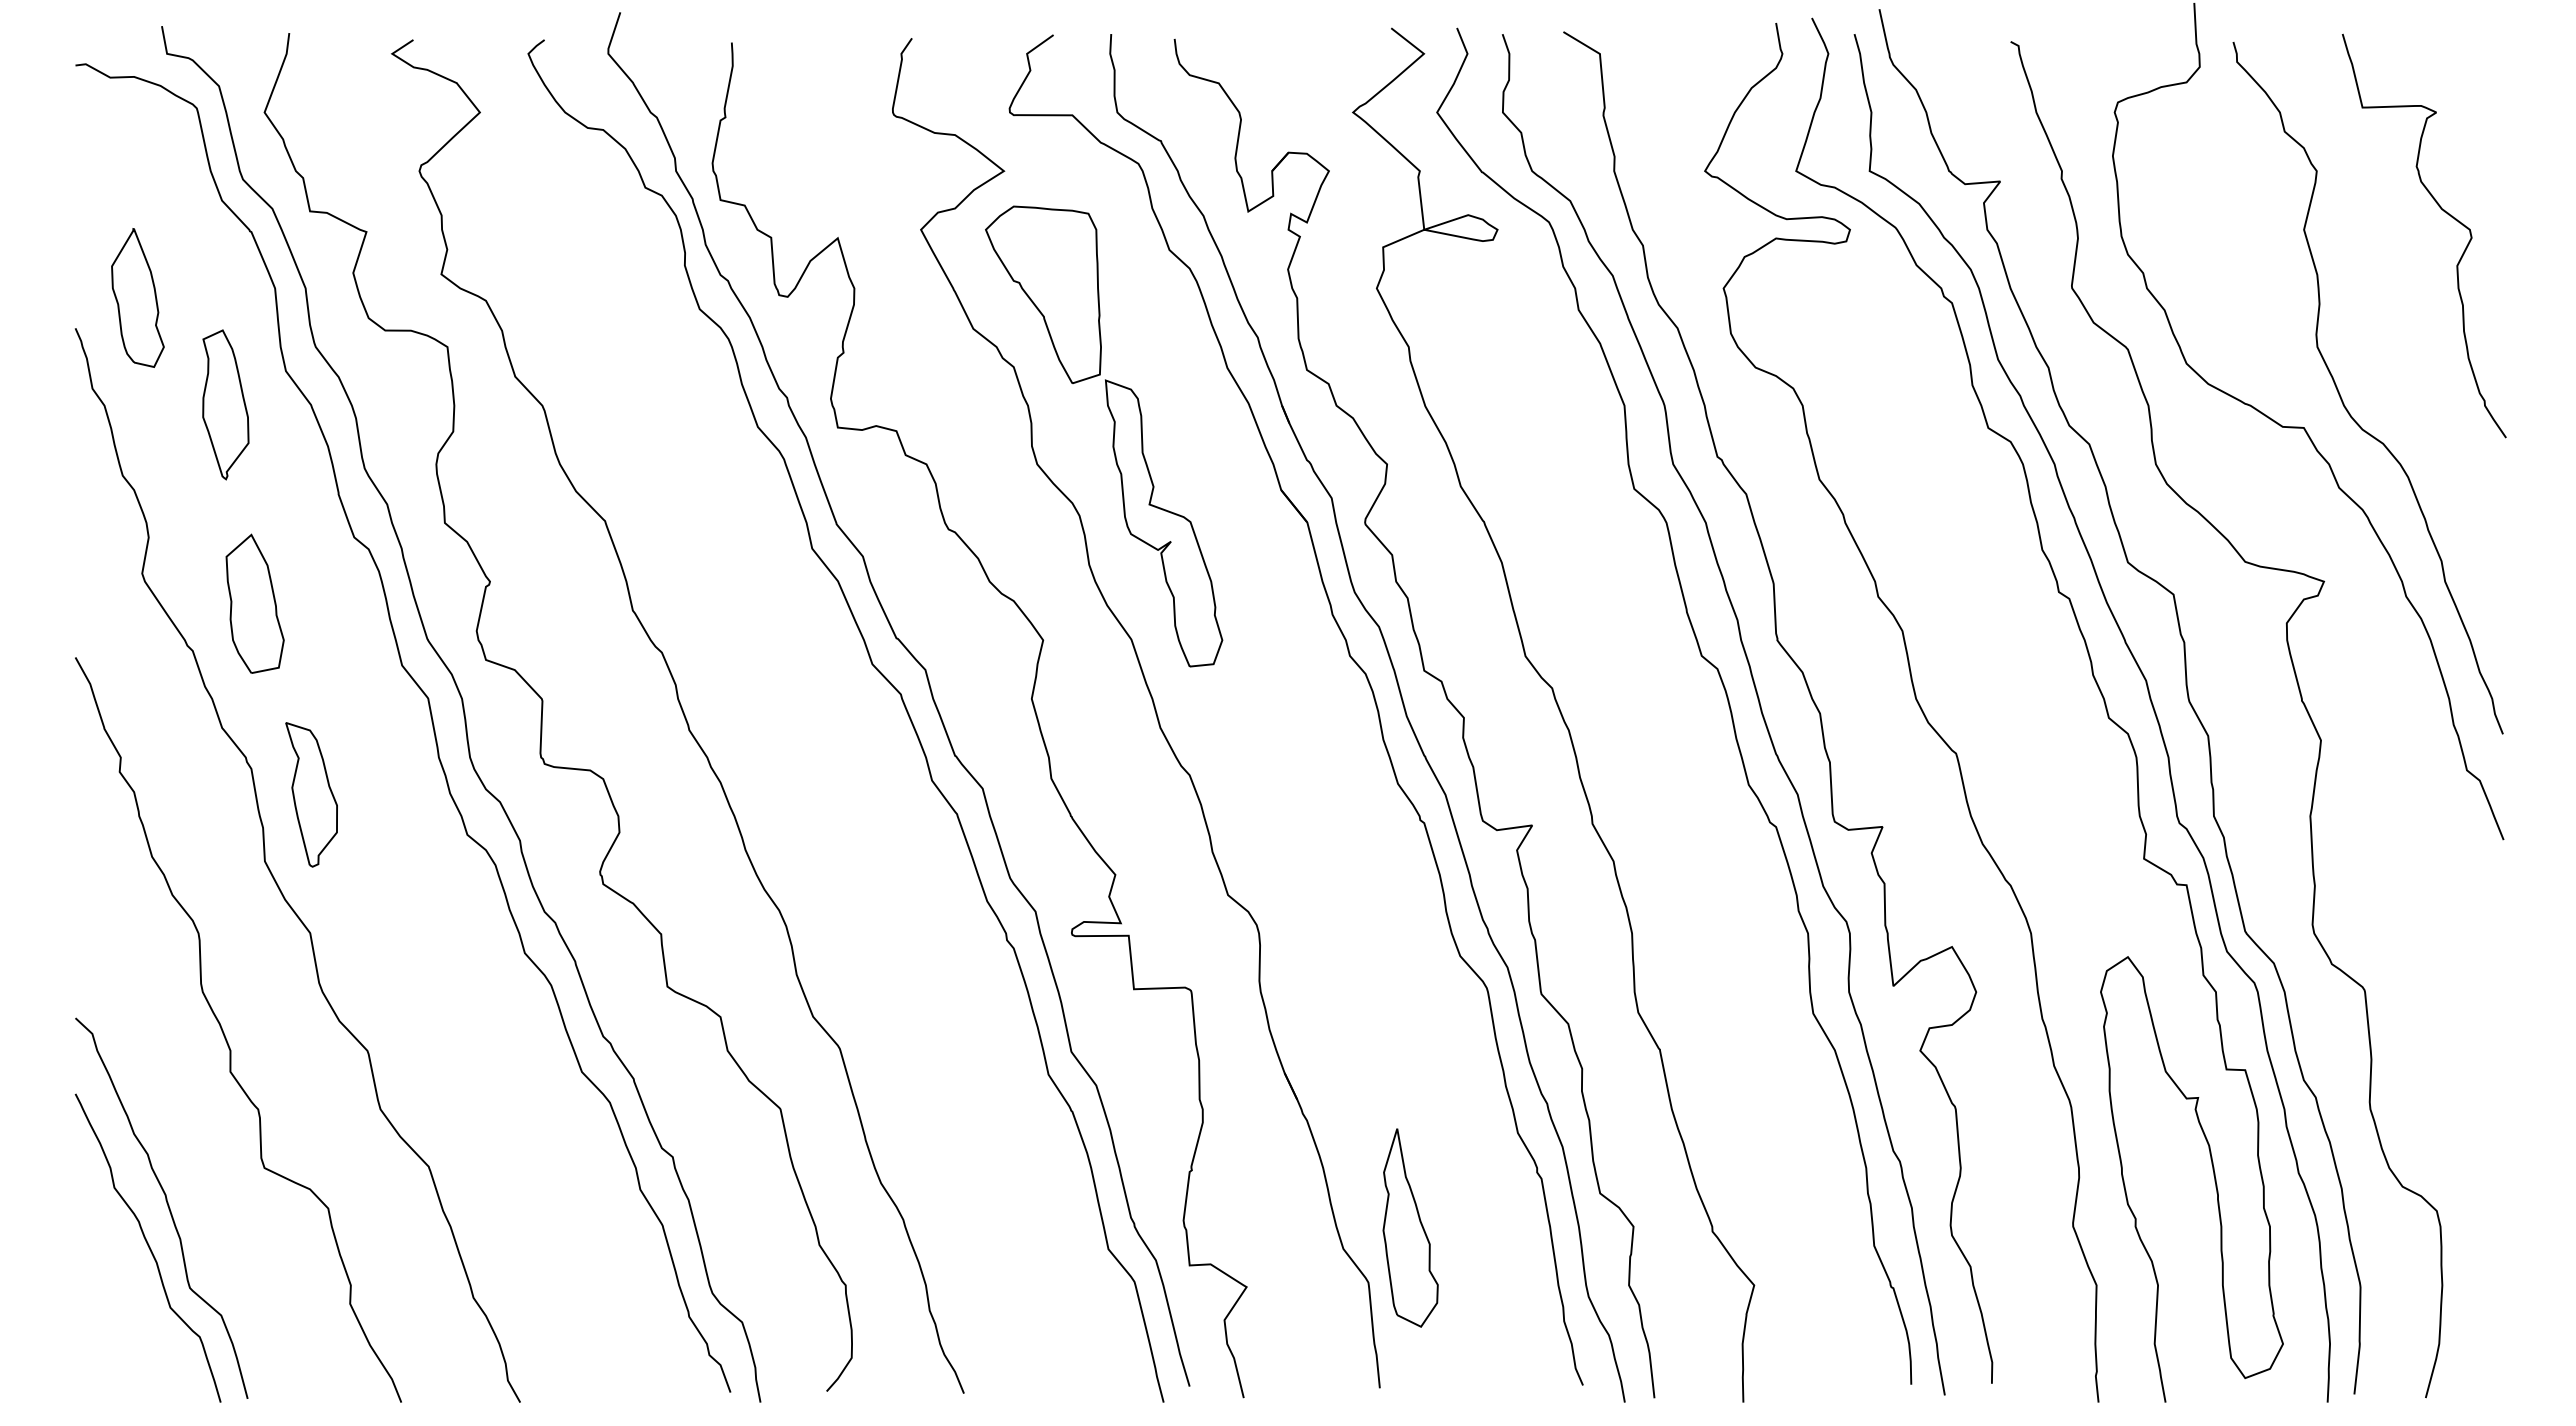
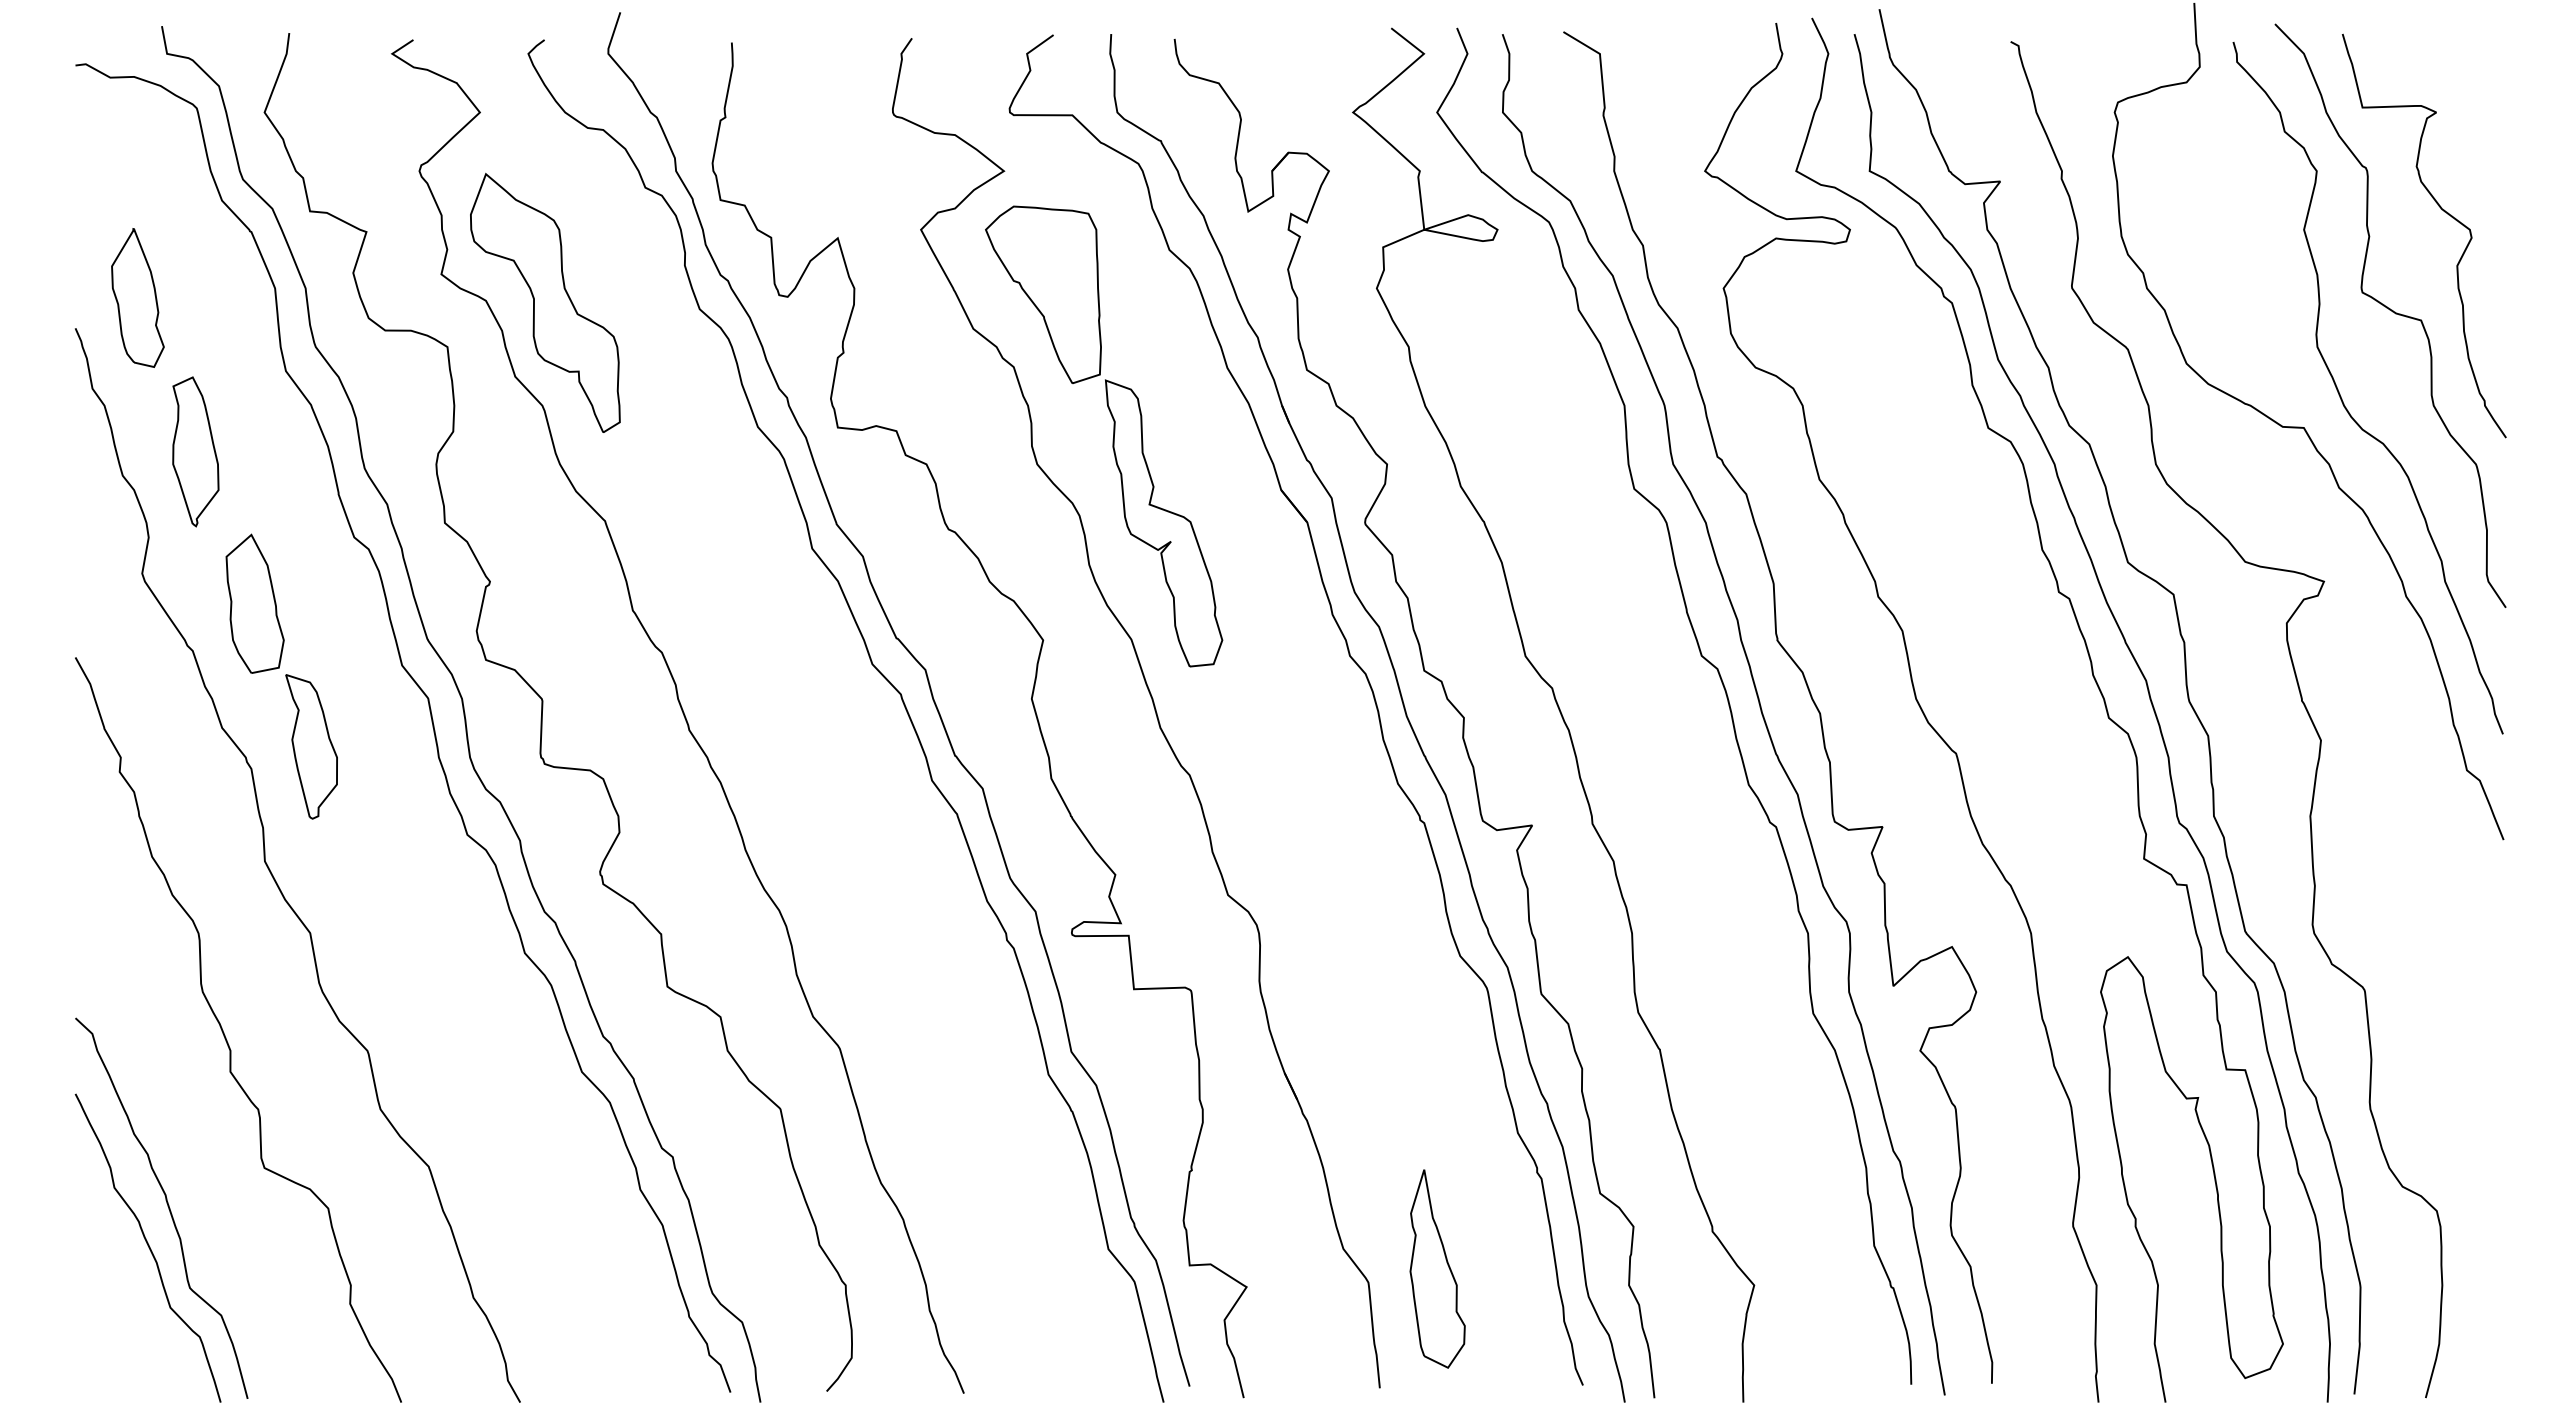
part at (545, 302): none -> present
curve at (2392, 312): none -> present
part at (225, 404) position: (225, 404) -> (195, 451)
part at (311, 794) position: (311, 794) -> (311, 746)
part at (1410, 1227) position: (1410, 1227) -> (1437, 1268)
